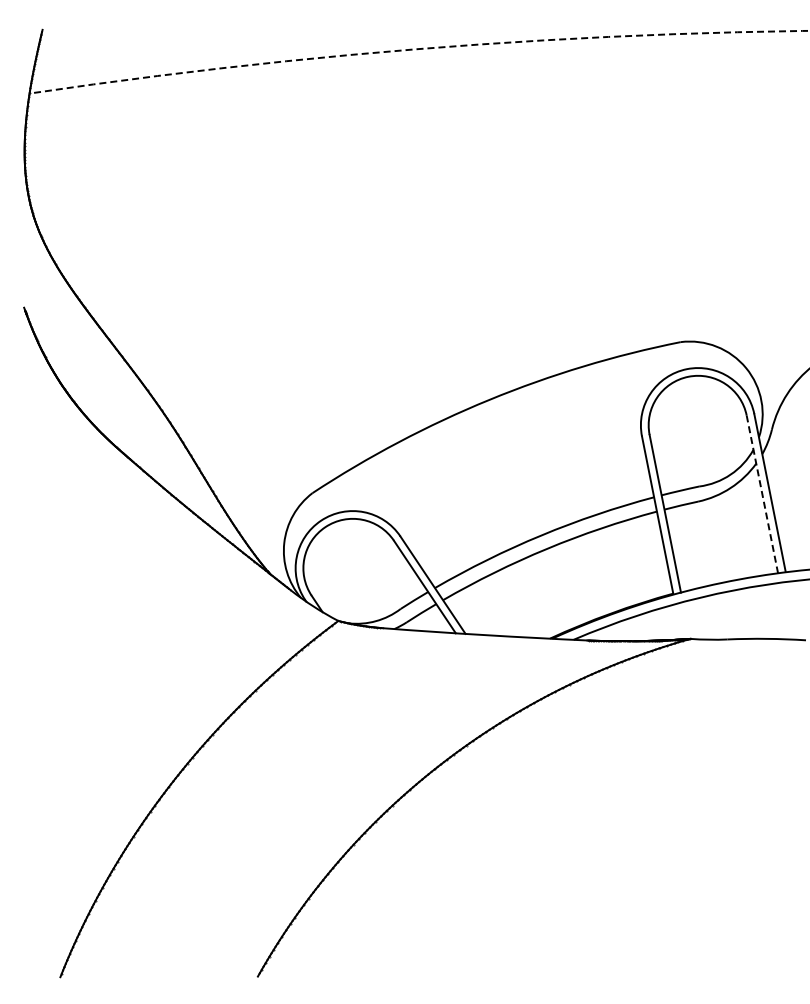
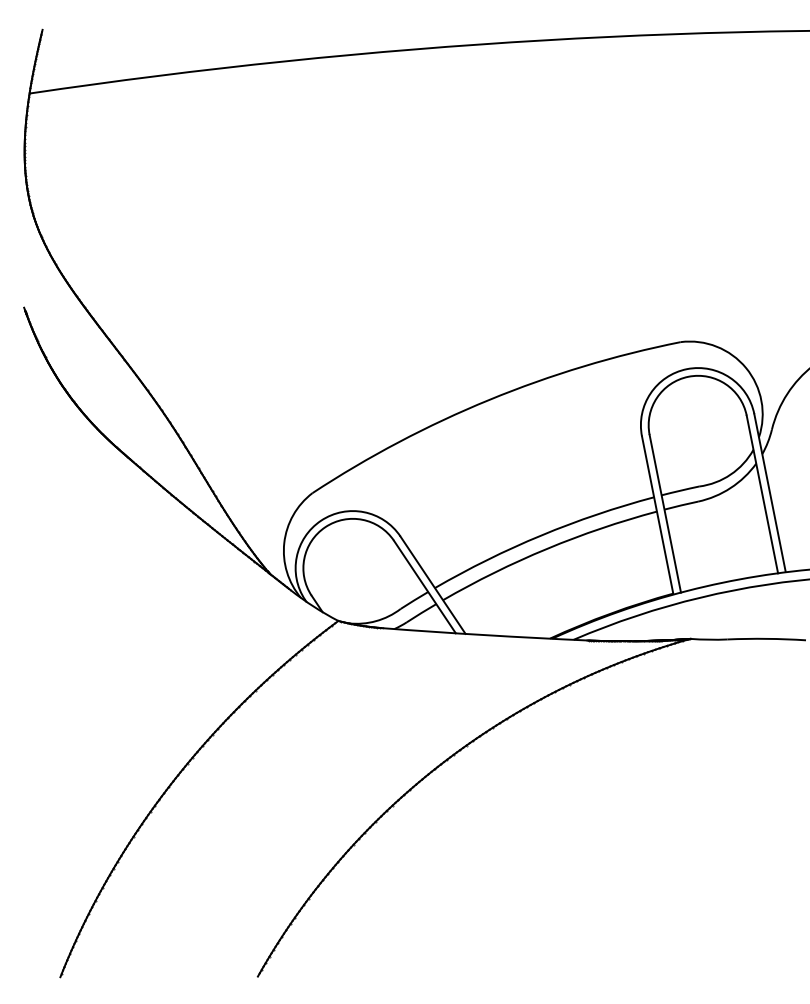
arc at (417, 49): dashed -> solid
line at (762, 494): dashed -> solid
